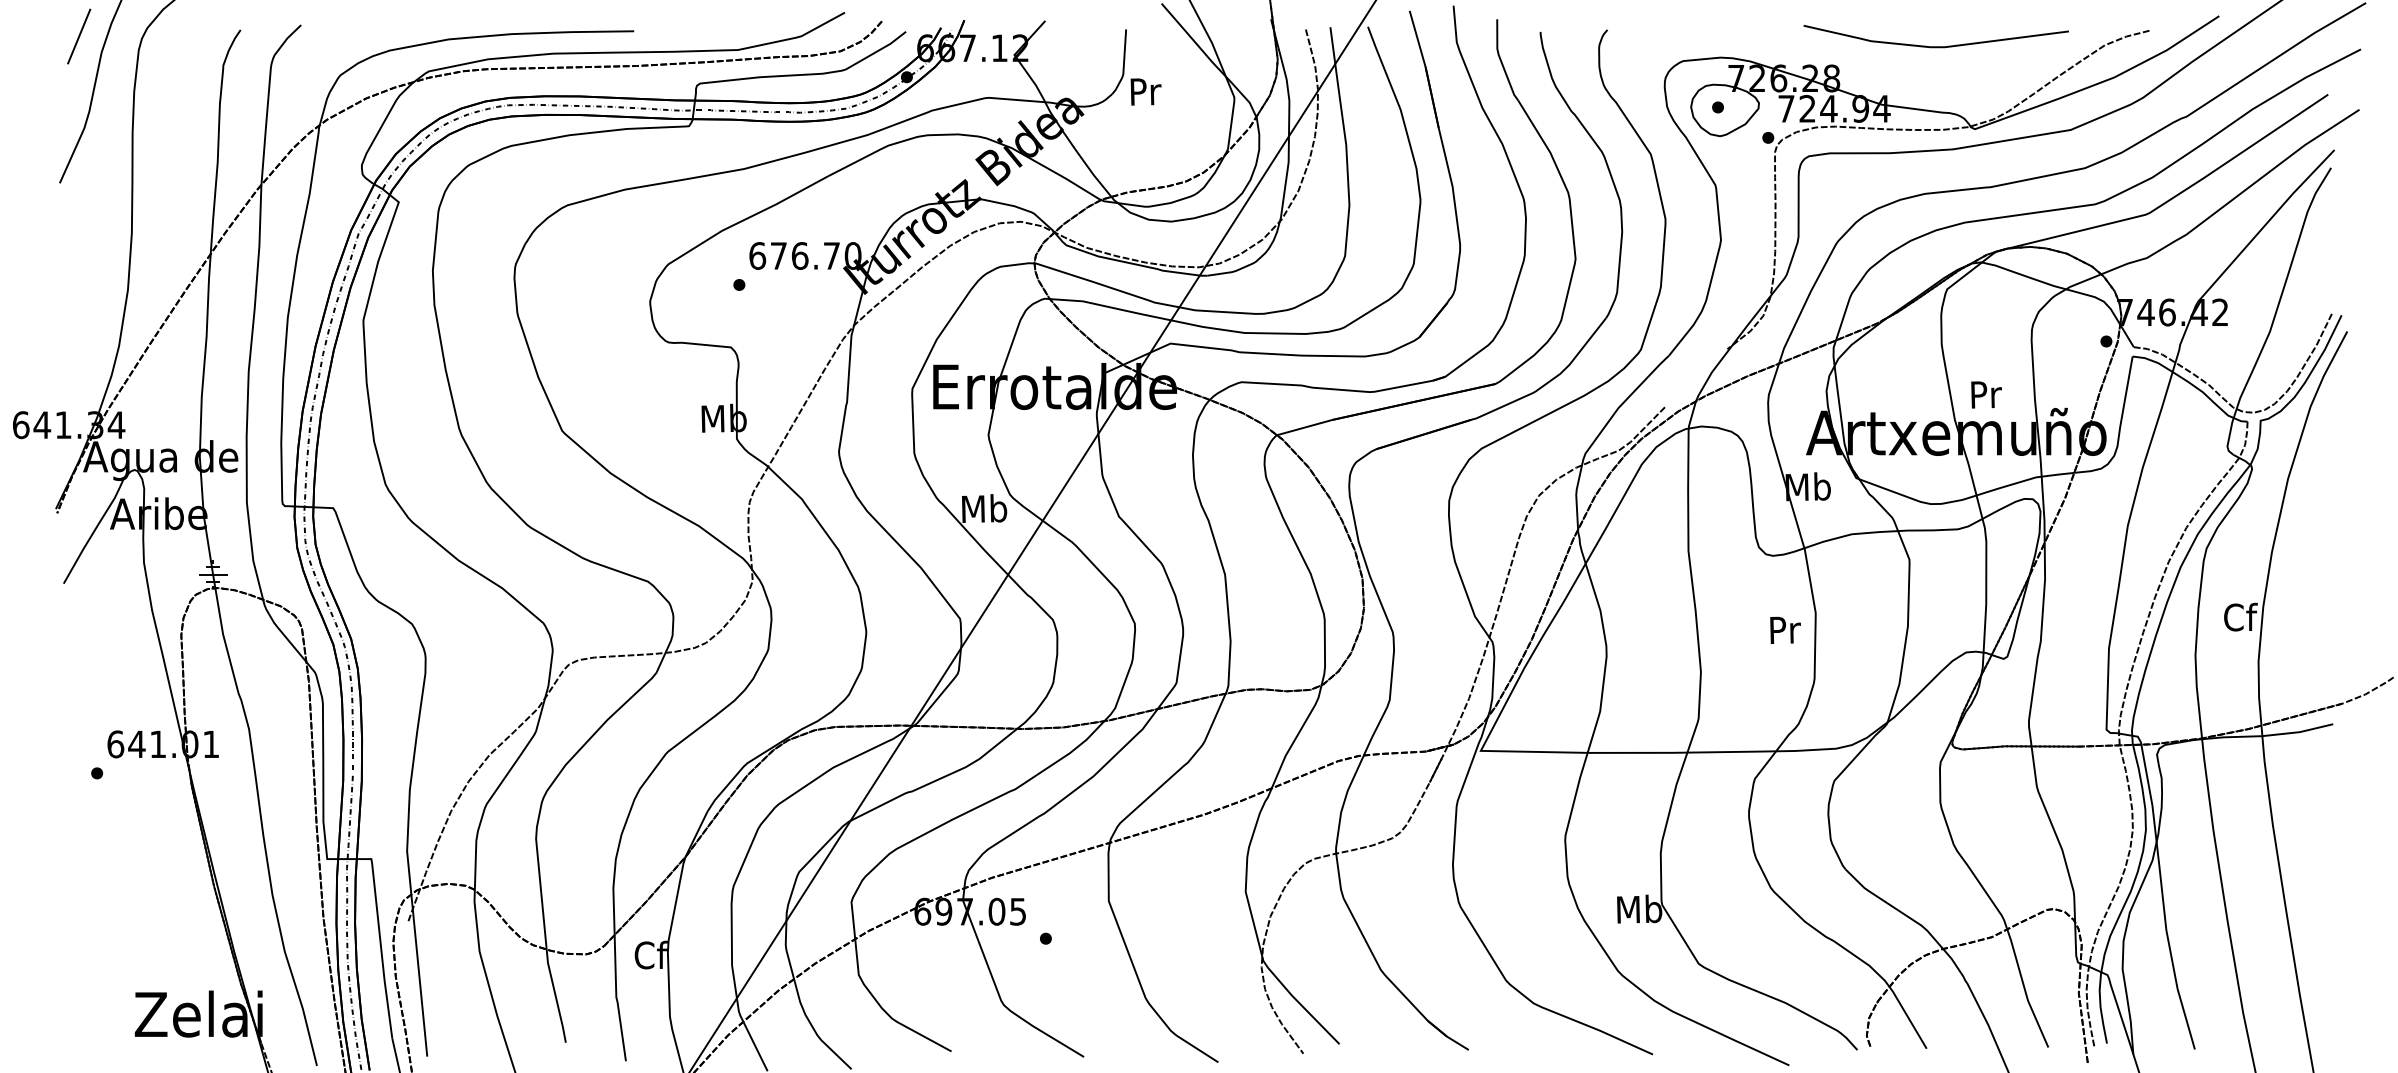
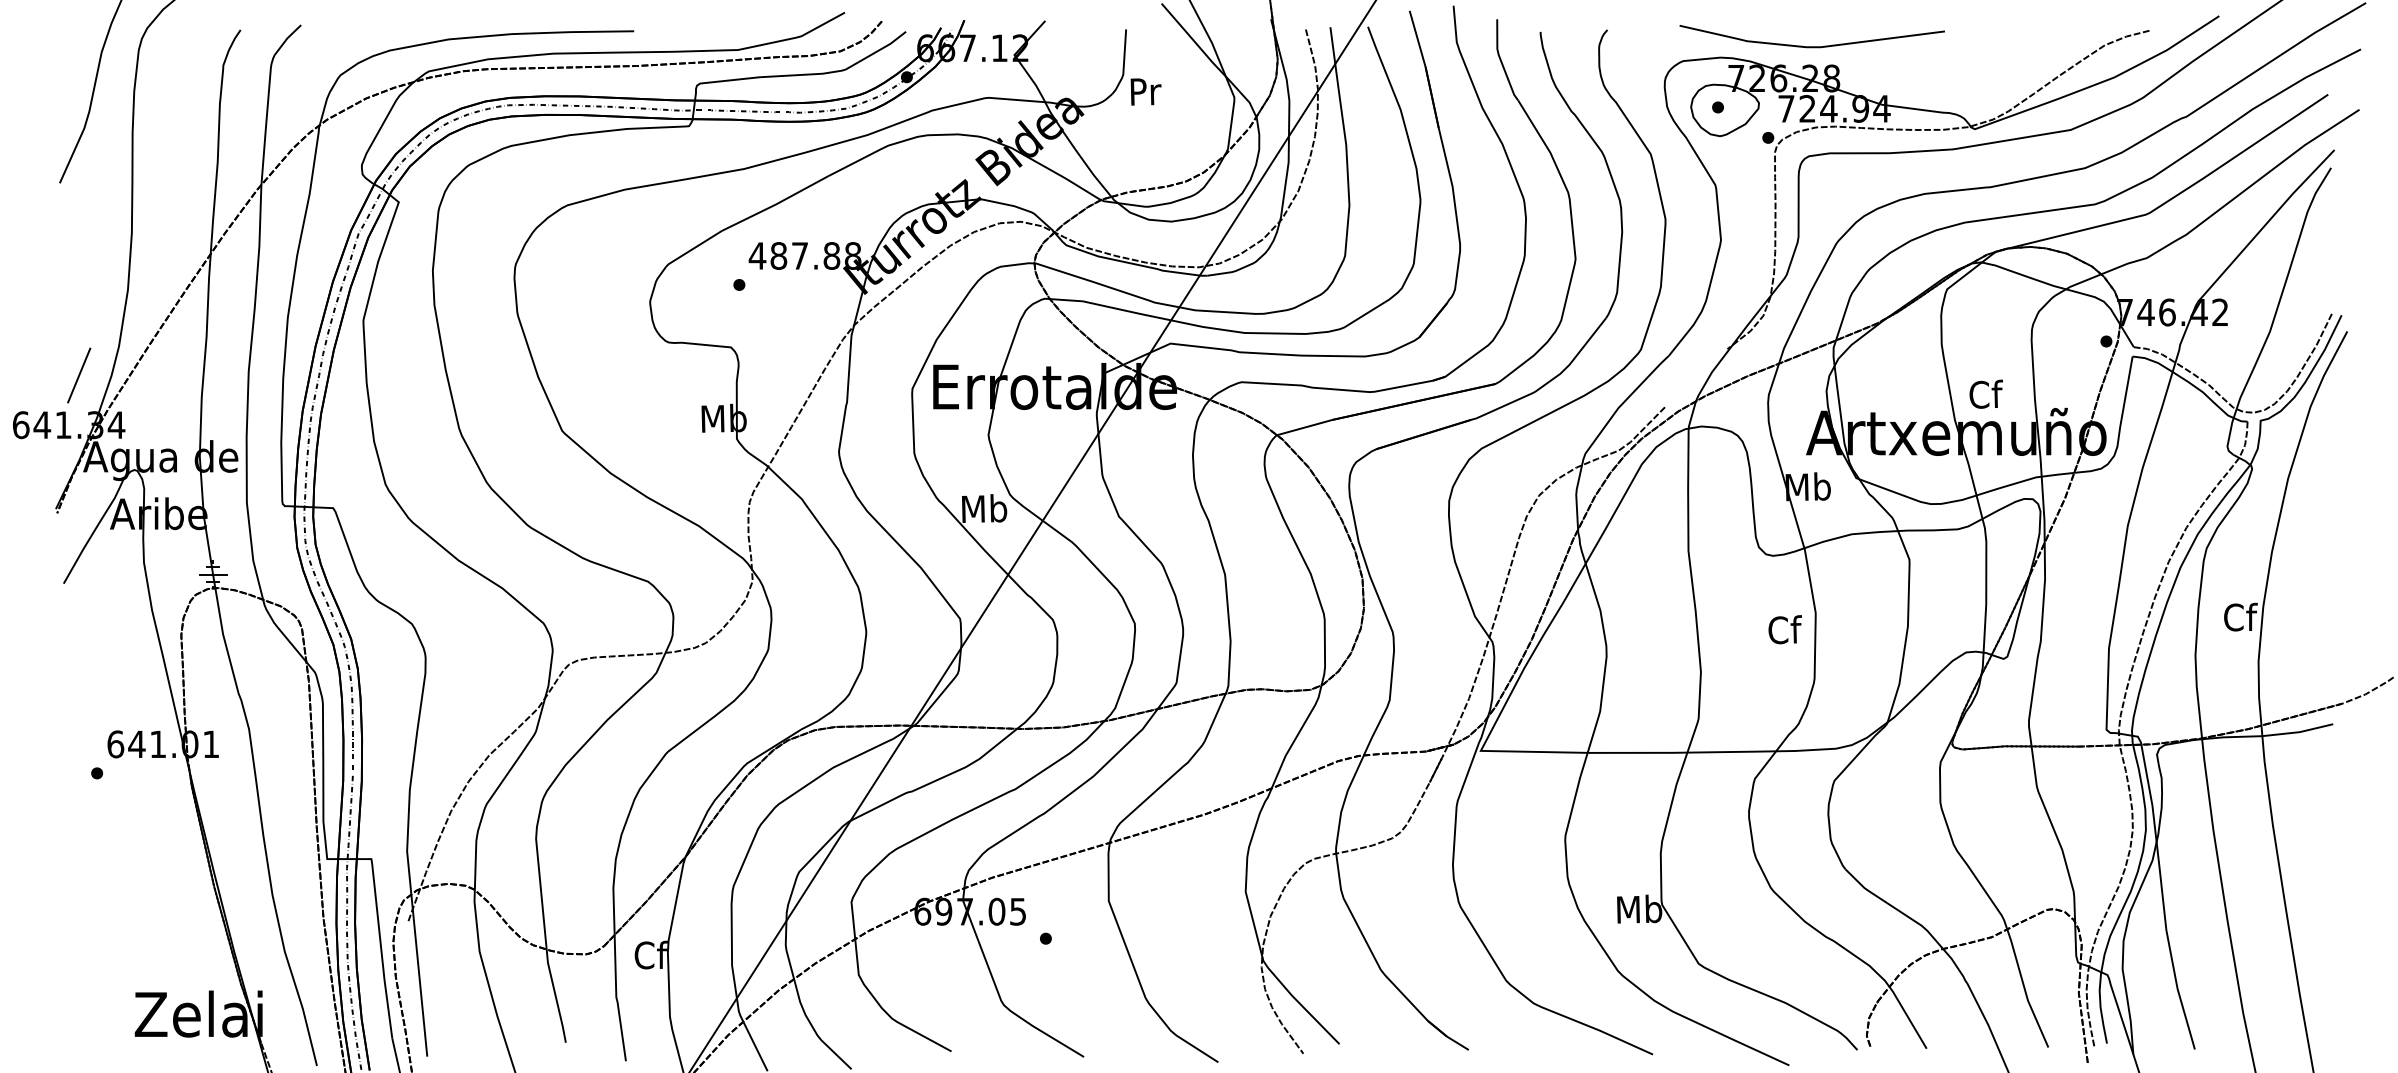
line at (79, 36) position: (79, 36) -> (79, 375)
curve at (1935, 46) position: (1935, 46) -> (1811, 46)
text at (804, 255): 676.70 -> 487.88
text at (1985, 393): Pr -> Cf
text at (1784, 629): Pr -> Cf
